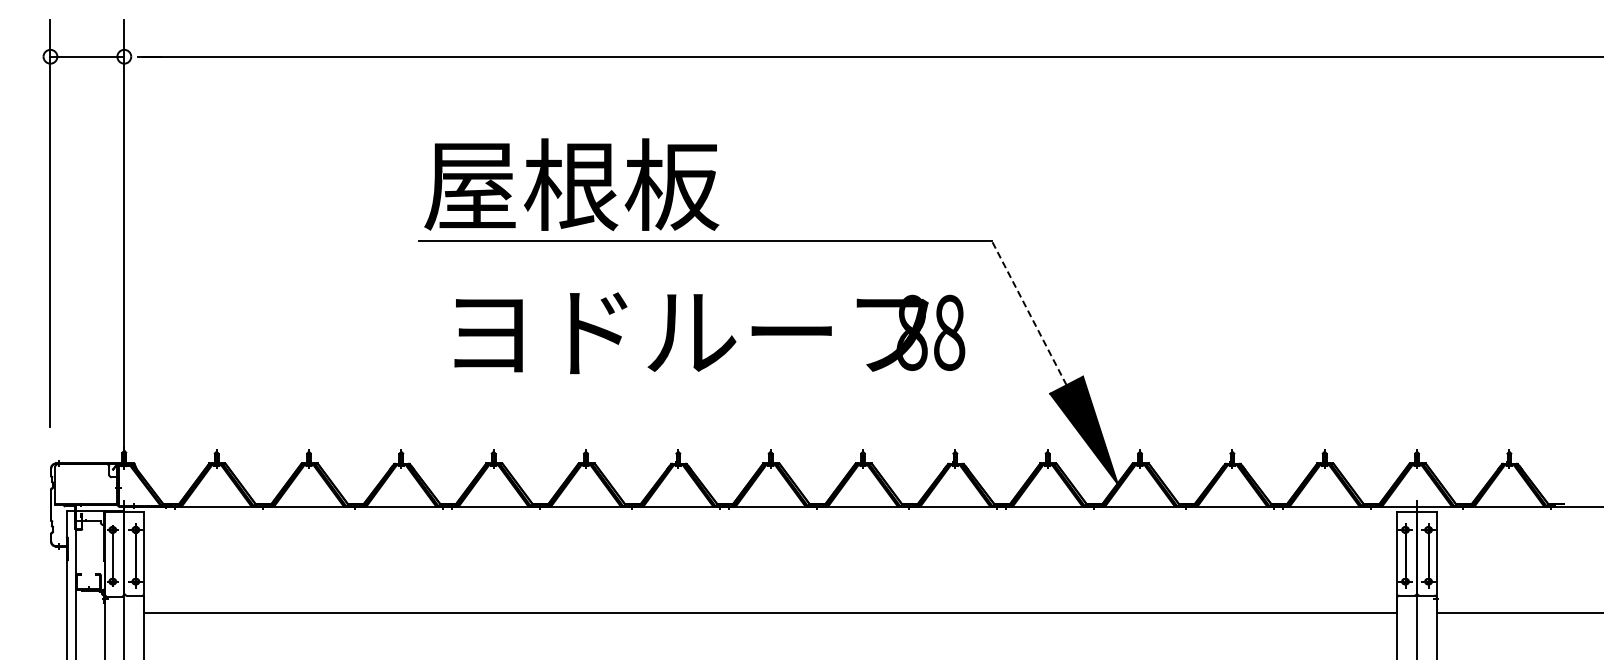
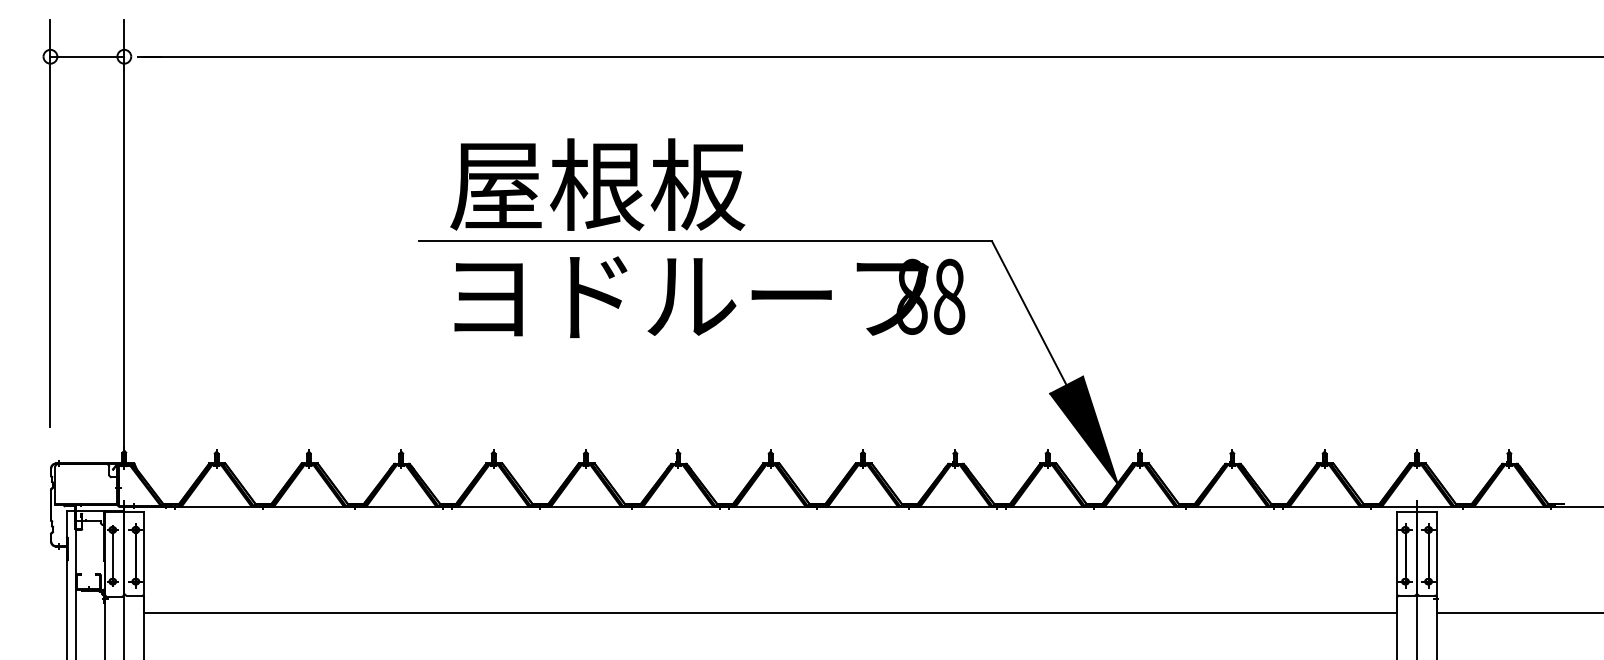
text at (571, 184) position: (571, 184) -> (597, 184)
line at (1029, 313): dashed -> solid
text at (709, 332) position: (709, 332) -> (709, 296)
